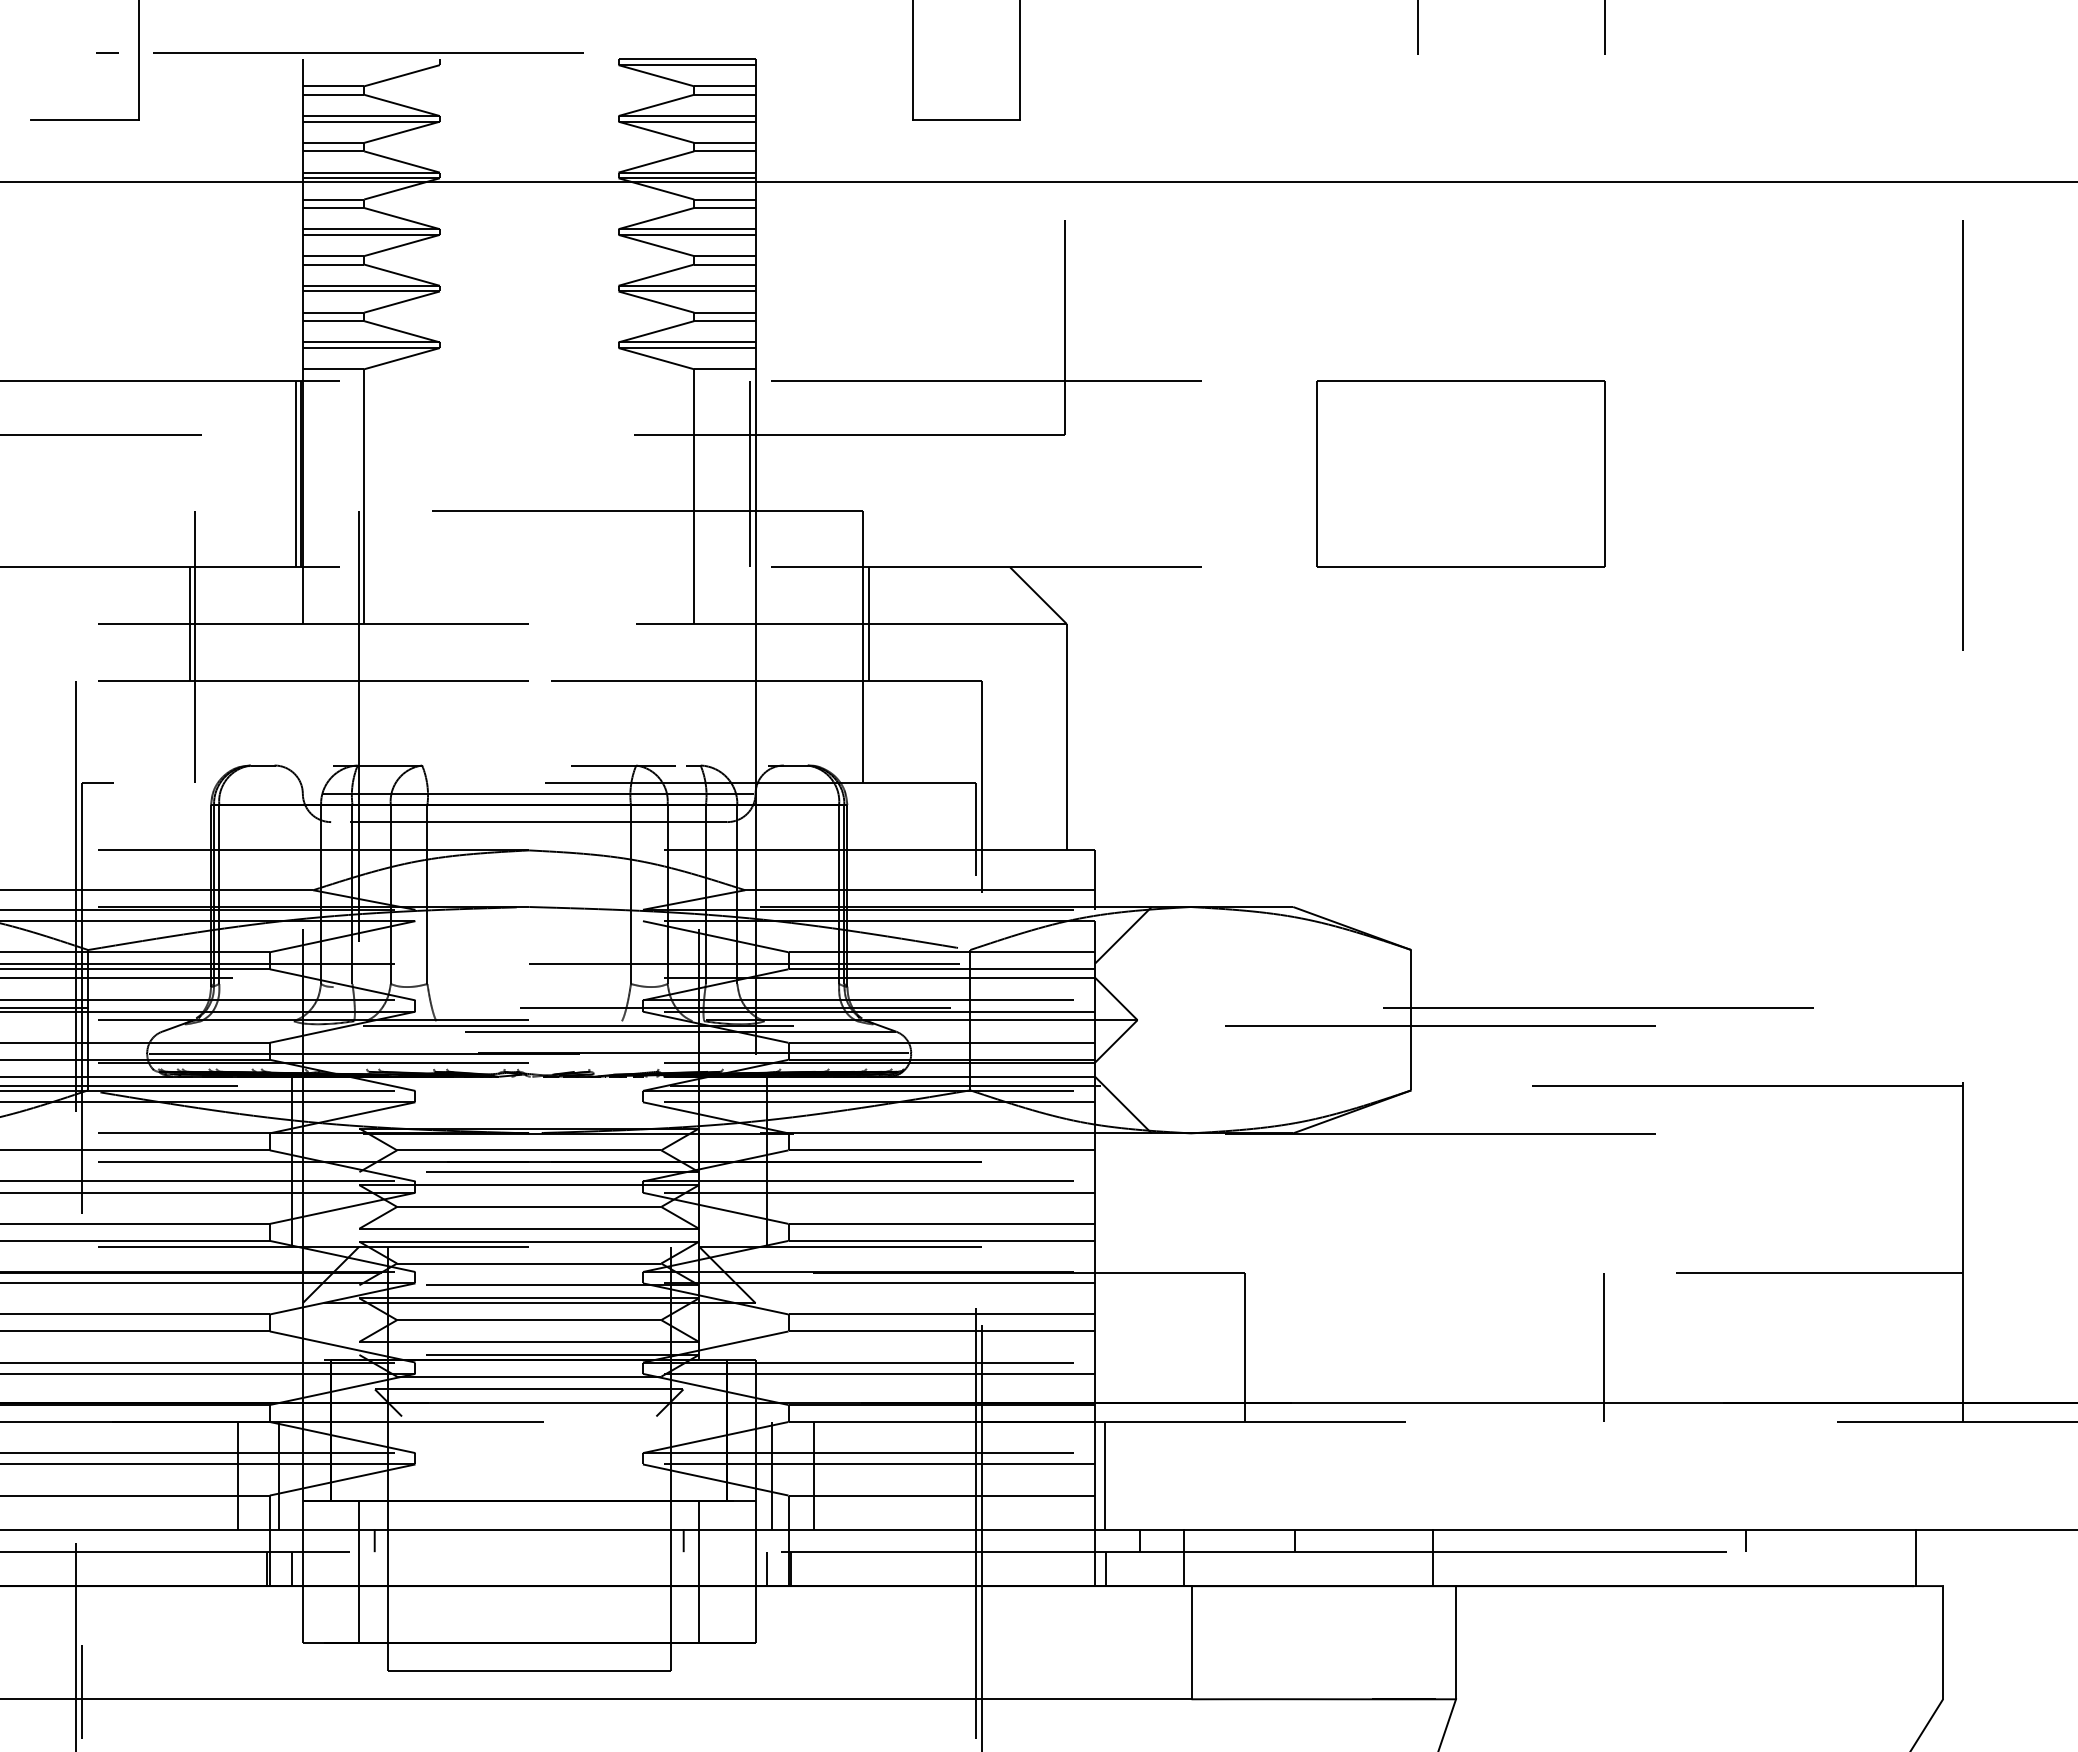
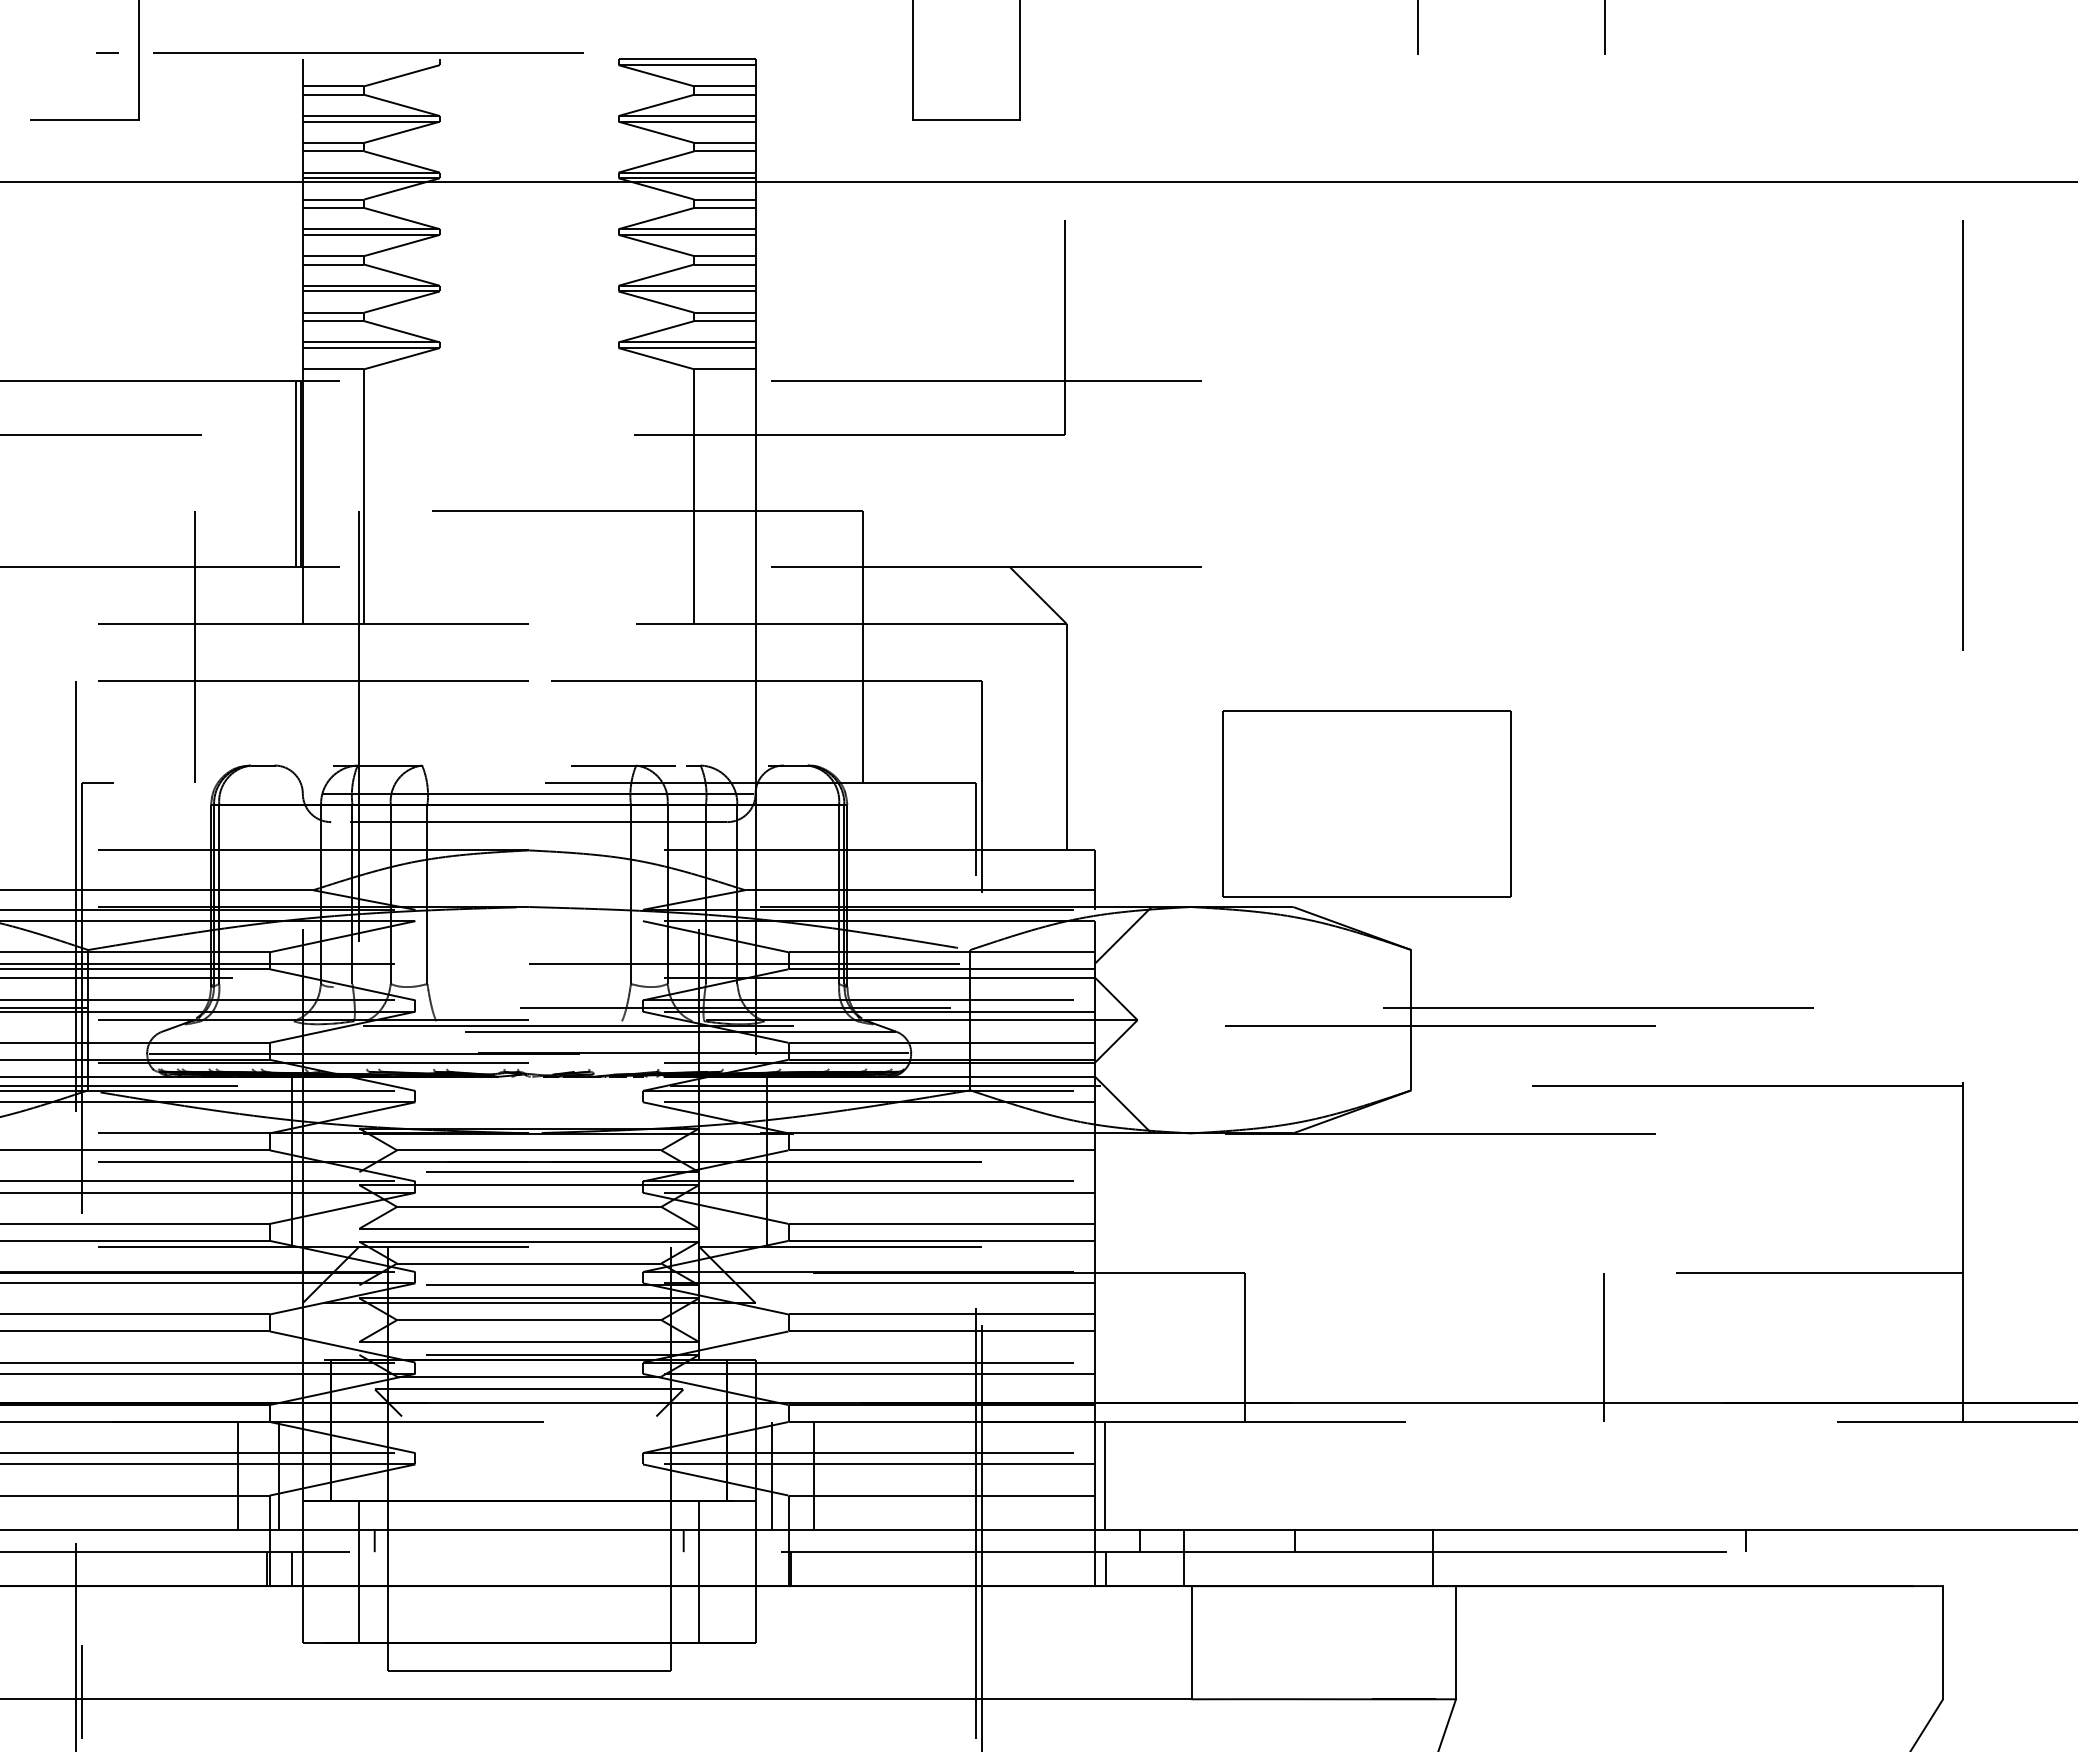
line at (750, 473): present -> none
part at (1460, 473) position: (1460, 473) -> (1366, 803)
line at (189, 623): present -> none
line at (868, 623): present -> none
line at (1915, 1557): present -> none
line at (766, 1569): present -> none
